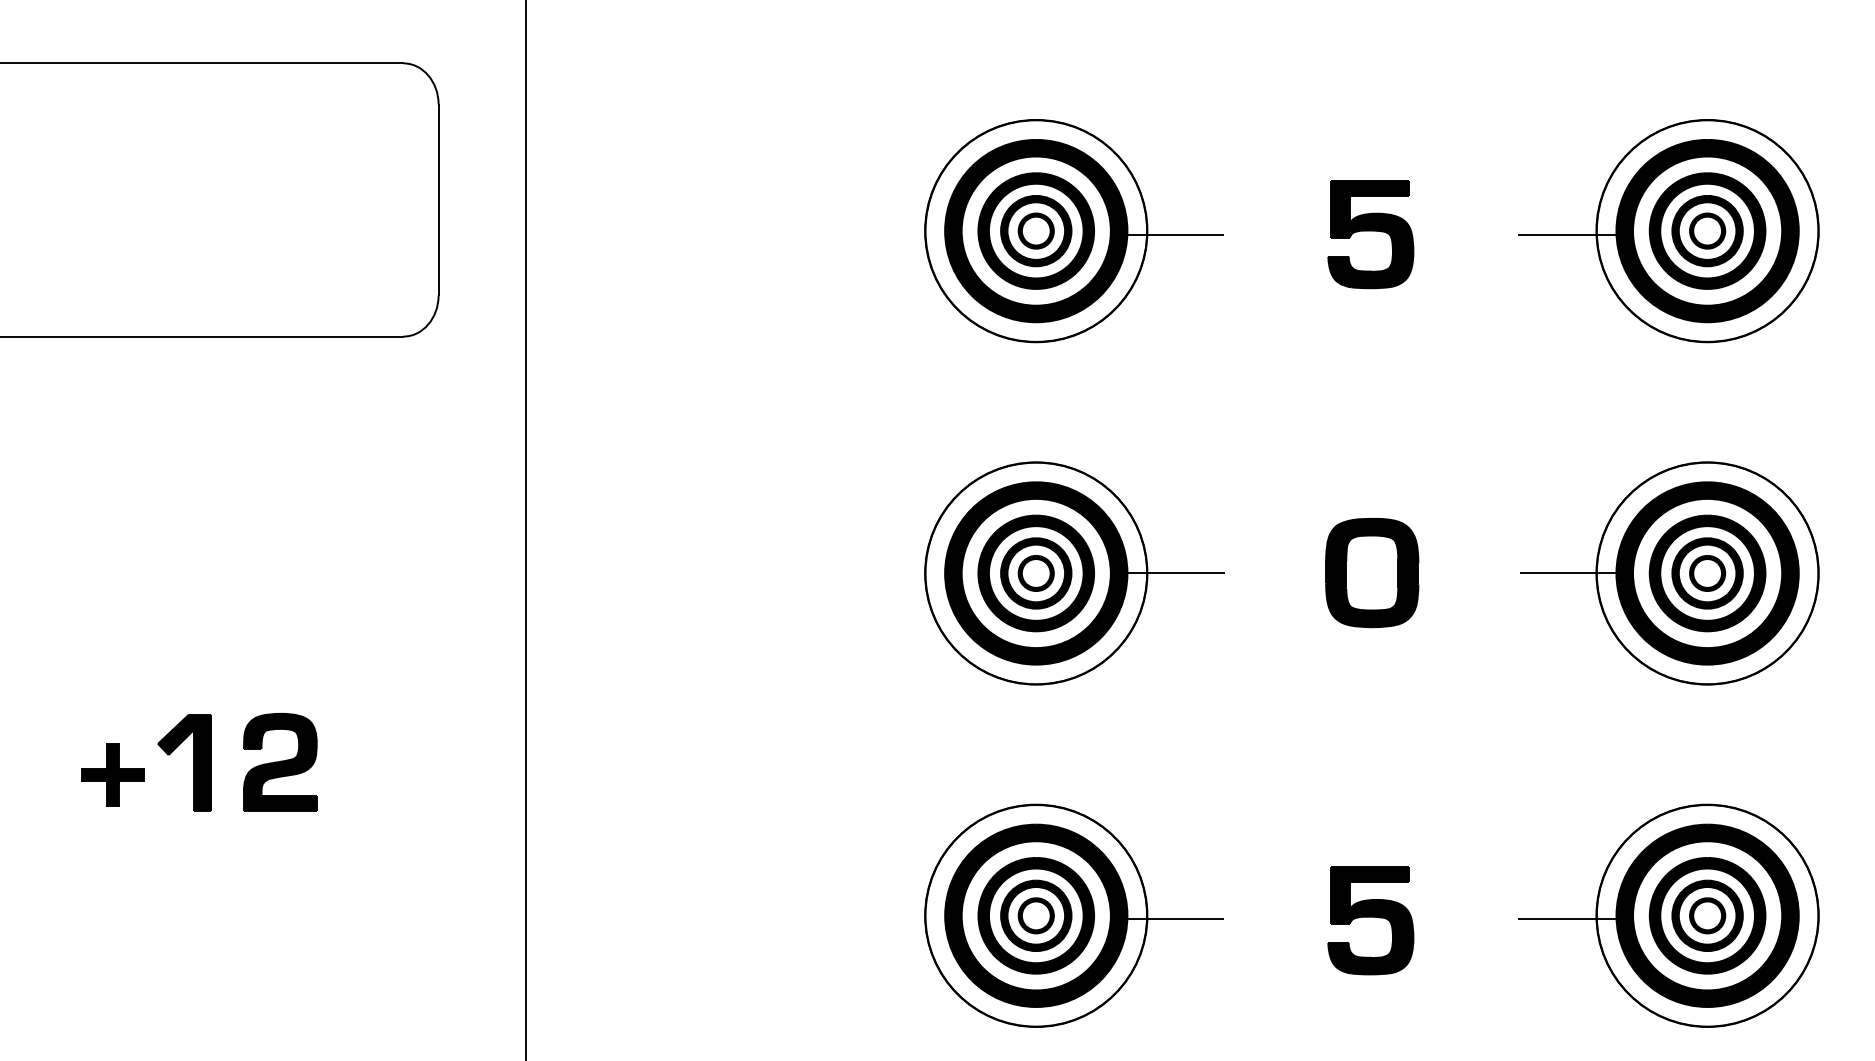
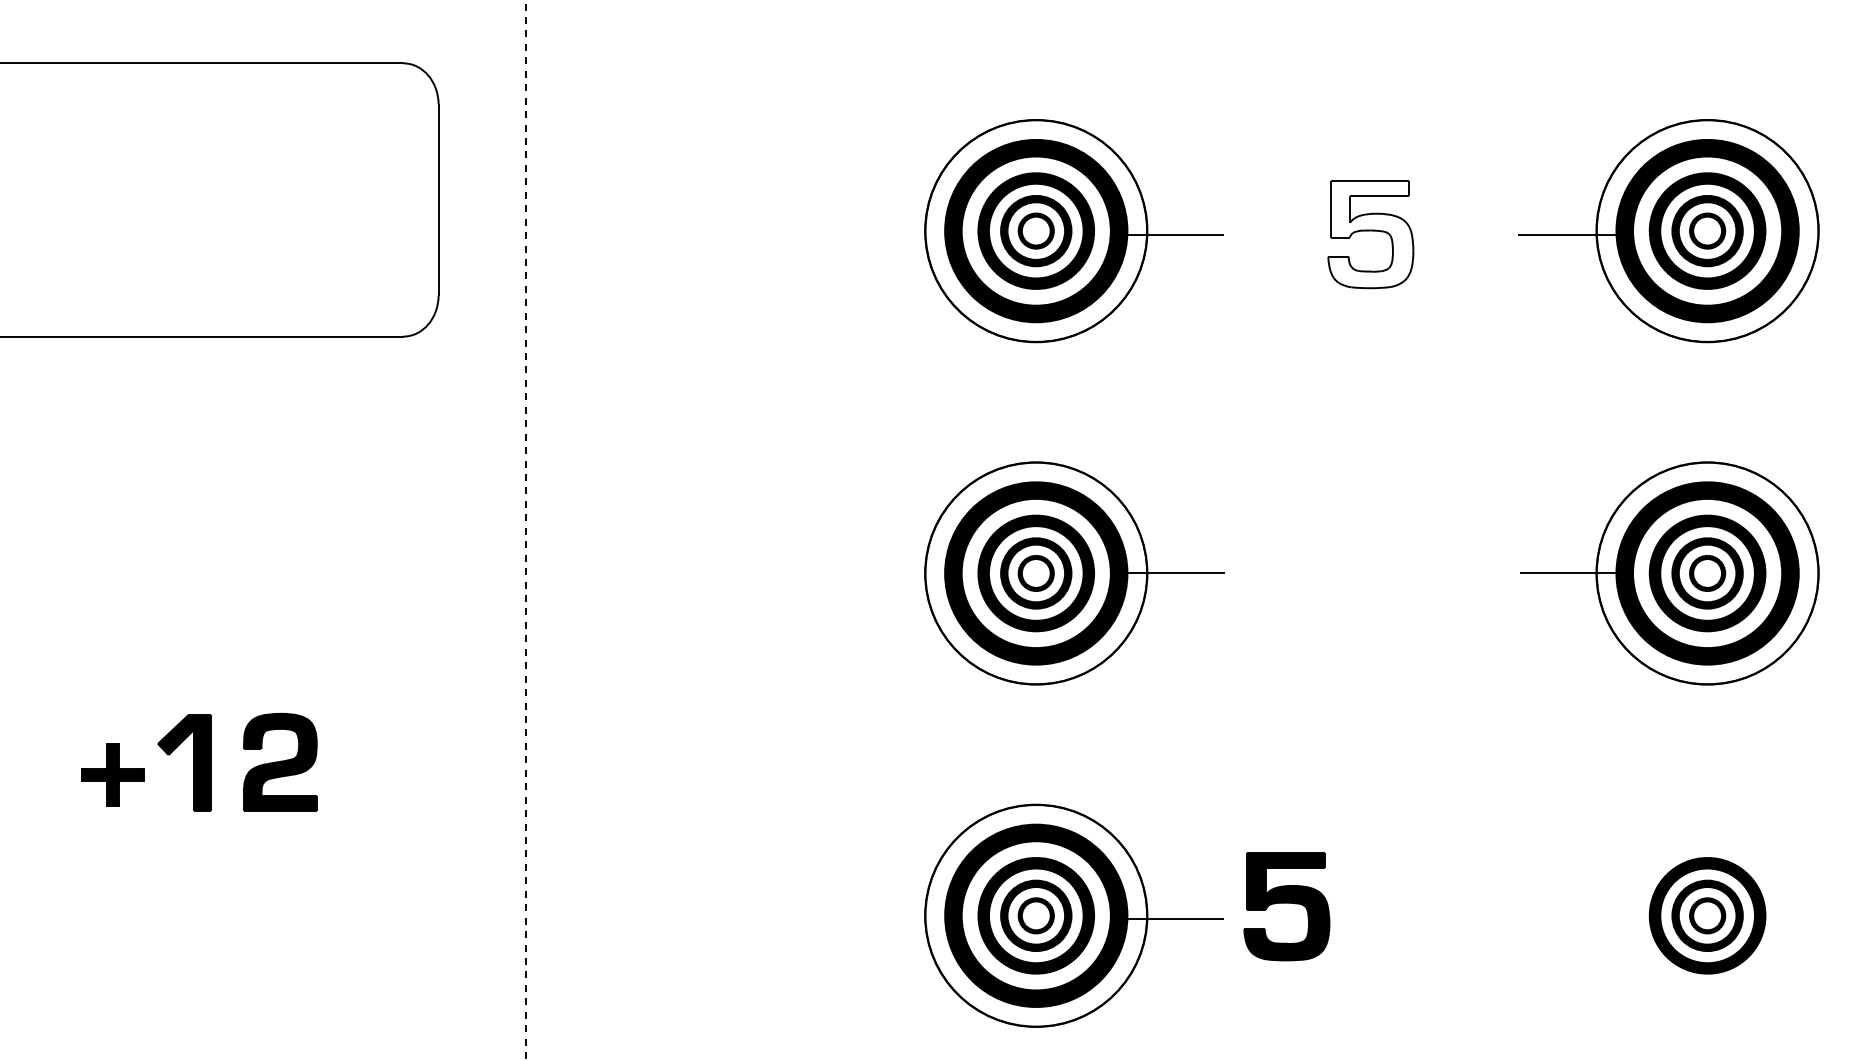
fill at (1370, 234): present -> none
line at (526, 530): solid -> dashed
part at (1372, 573): present -> none
part at (1668, 915): present -> none
part at (1370, 920) position: (1370, 920) -> (1286, 906)
